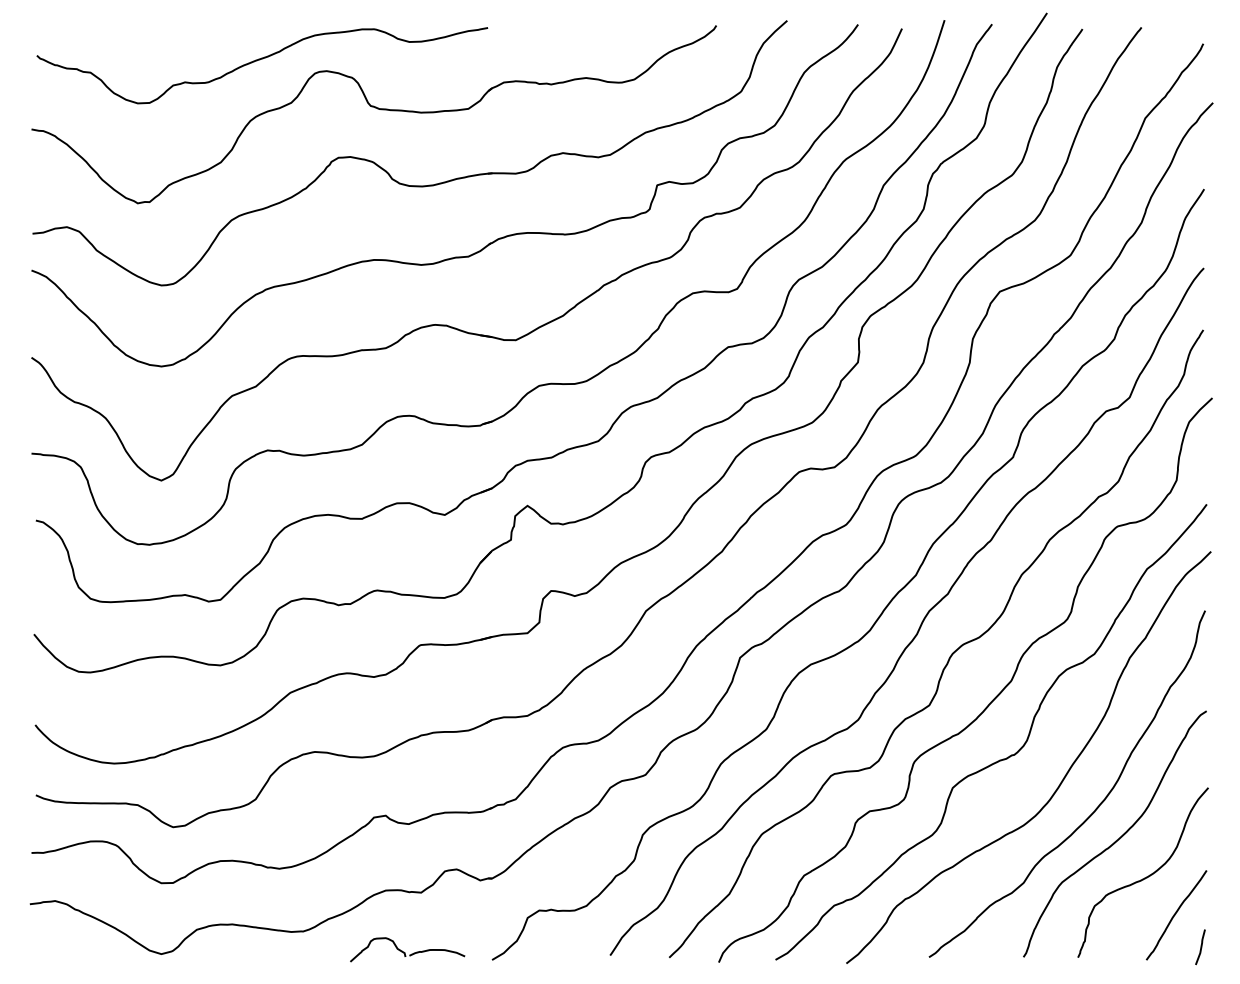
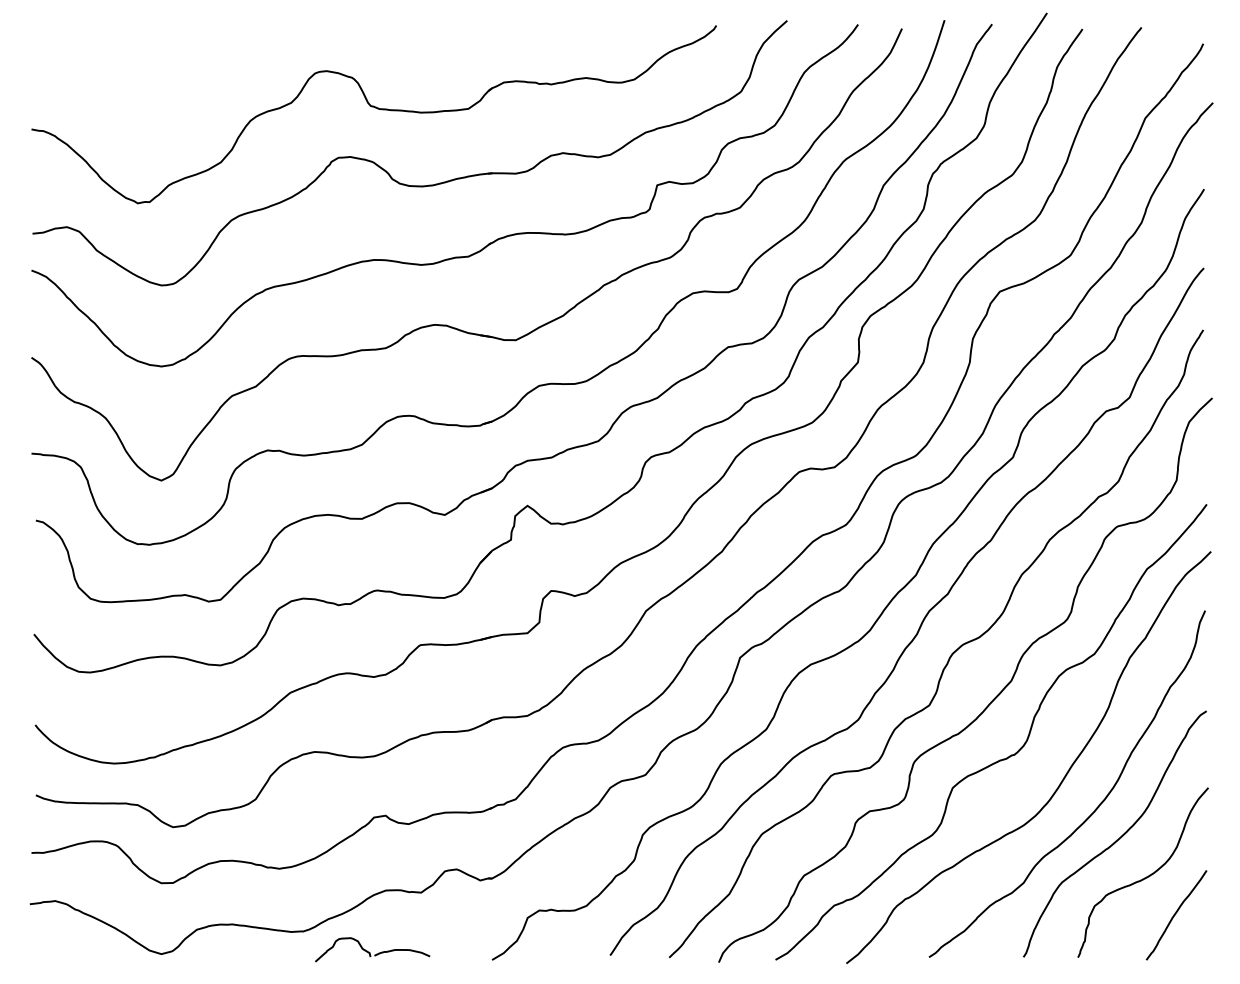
curve at (260, 60): present -> none
curve at (1200, 947): present -> none
part at (407, 949) position: (407, 949) -> (372, 949)
